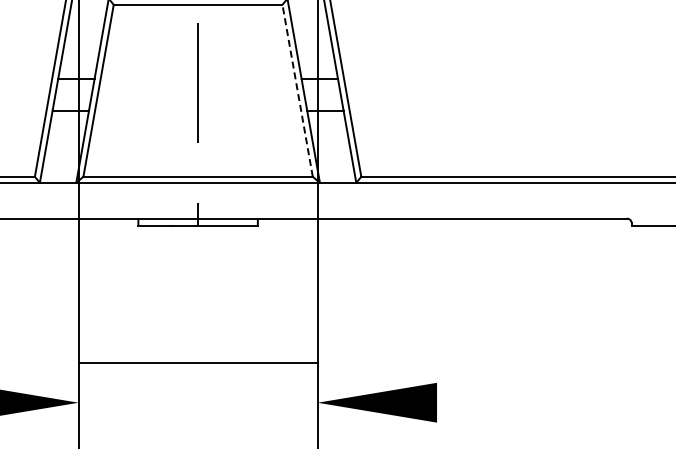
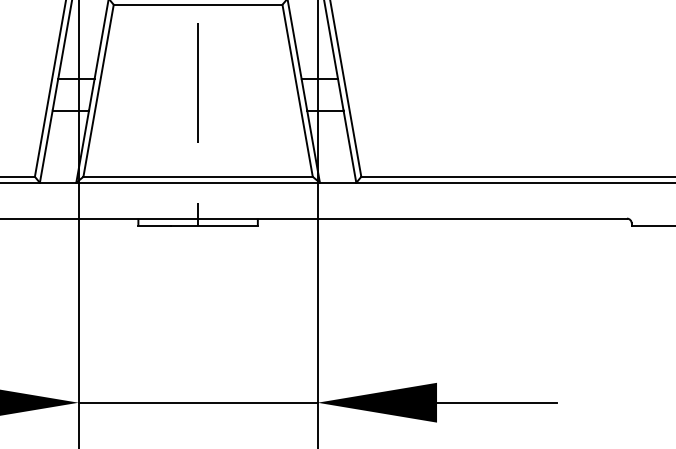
line at (297, 90): dashed -> solid
line at (197, 362) position: (197, 362) -> (197, 402)
line at (496, 402): none -> present
